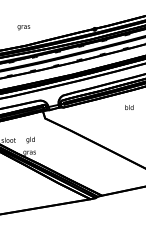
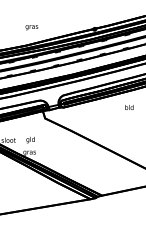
text at (23, 27) position: (23, 27) -> (31, 27)
